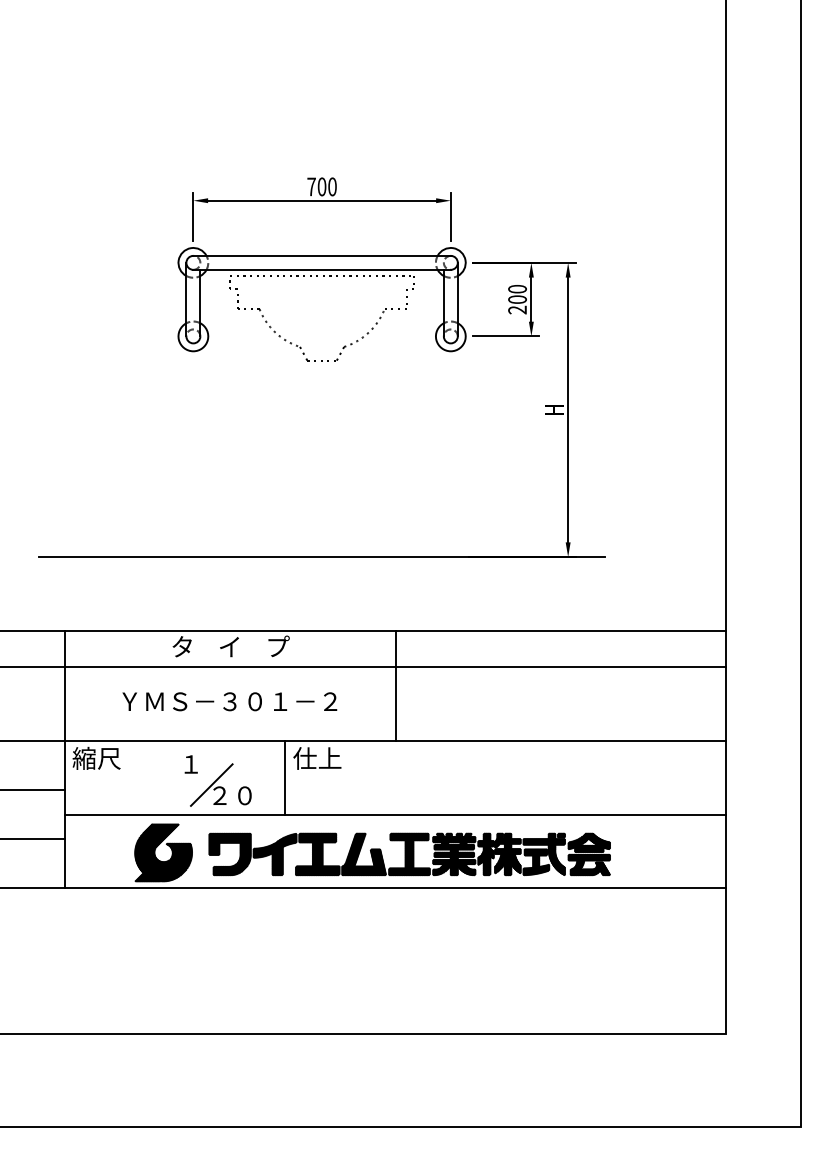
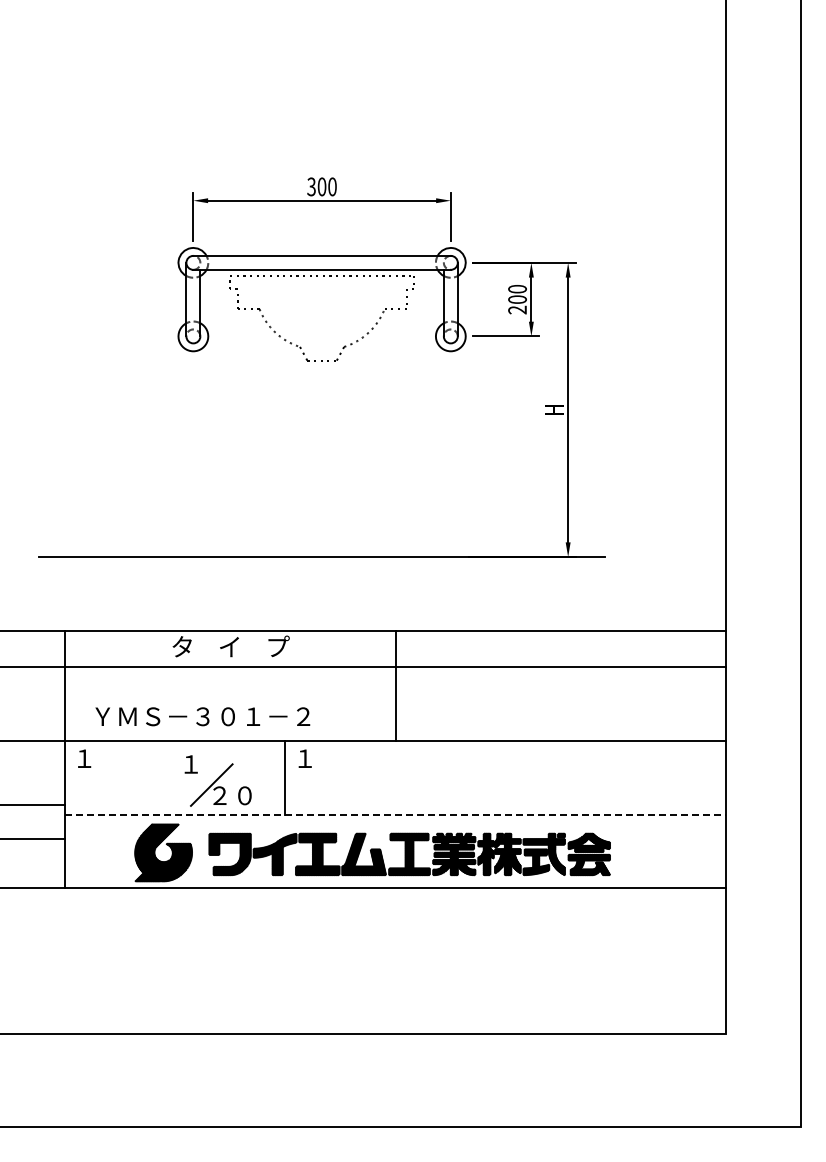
text at (311, 186): 700 -> 300
text at (229, 701) position: (229, 701) -> (202, 716)
text at (96, 757): 縮尺 -> １
text at (317, 758): 仕上 -> １
line at (33, 790) position: (33, 790) -> (33, 805)
line at (395, 814): solid -> dashed
